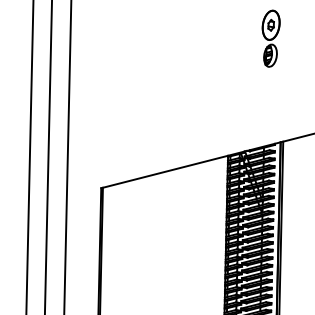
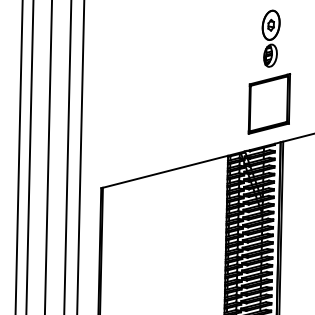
part at (269, 103): none -> present
line at (18, 156): none -> present
line at (80, 156): none -> present
